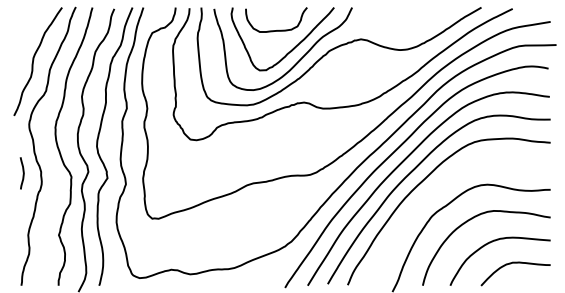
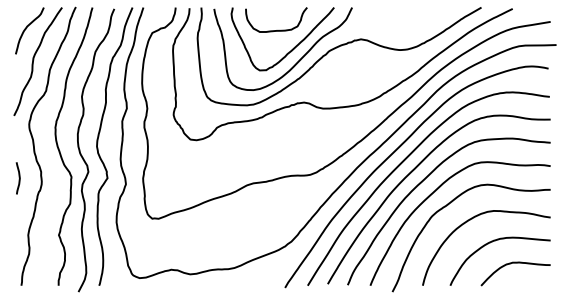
curve at (26, 29): none -> present
curve at (22, 172) position: (22, 172) -> (18, 177)
curve at (431, 195): none -> present
